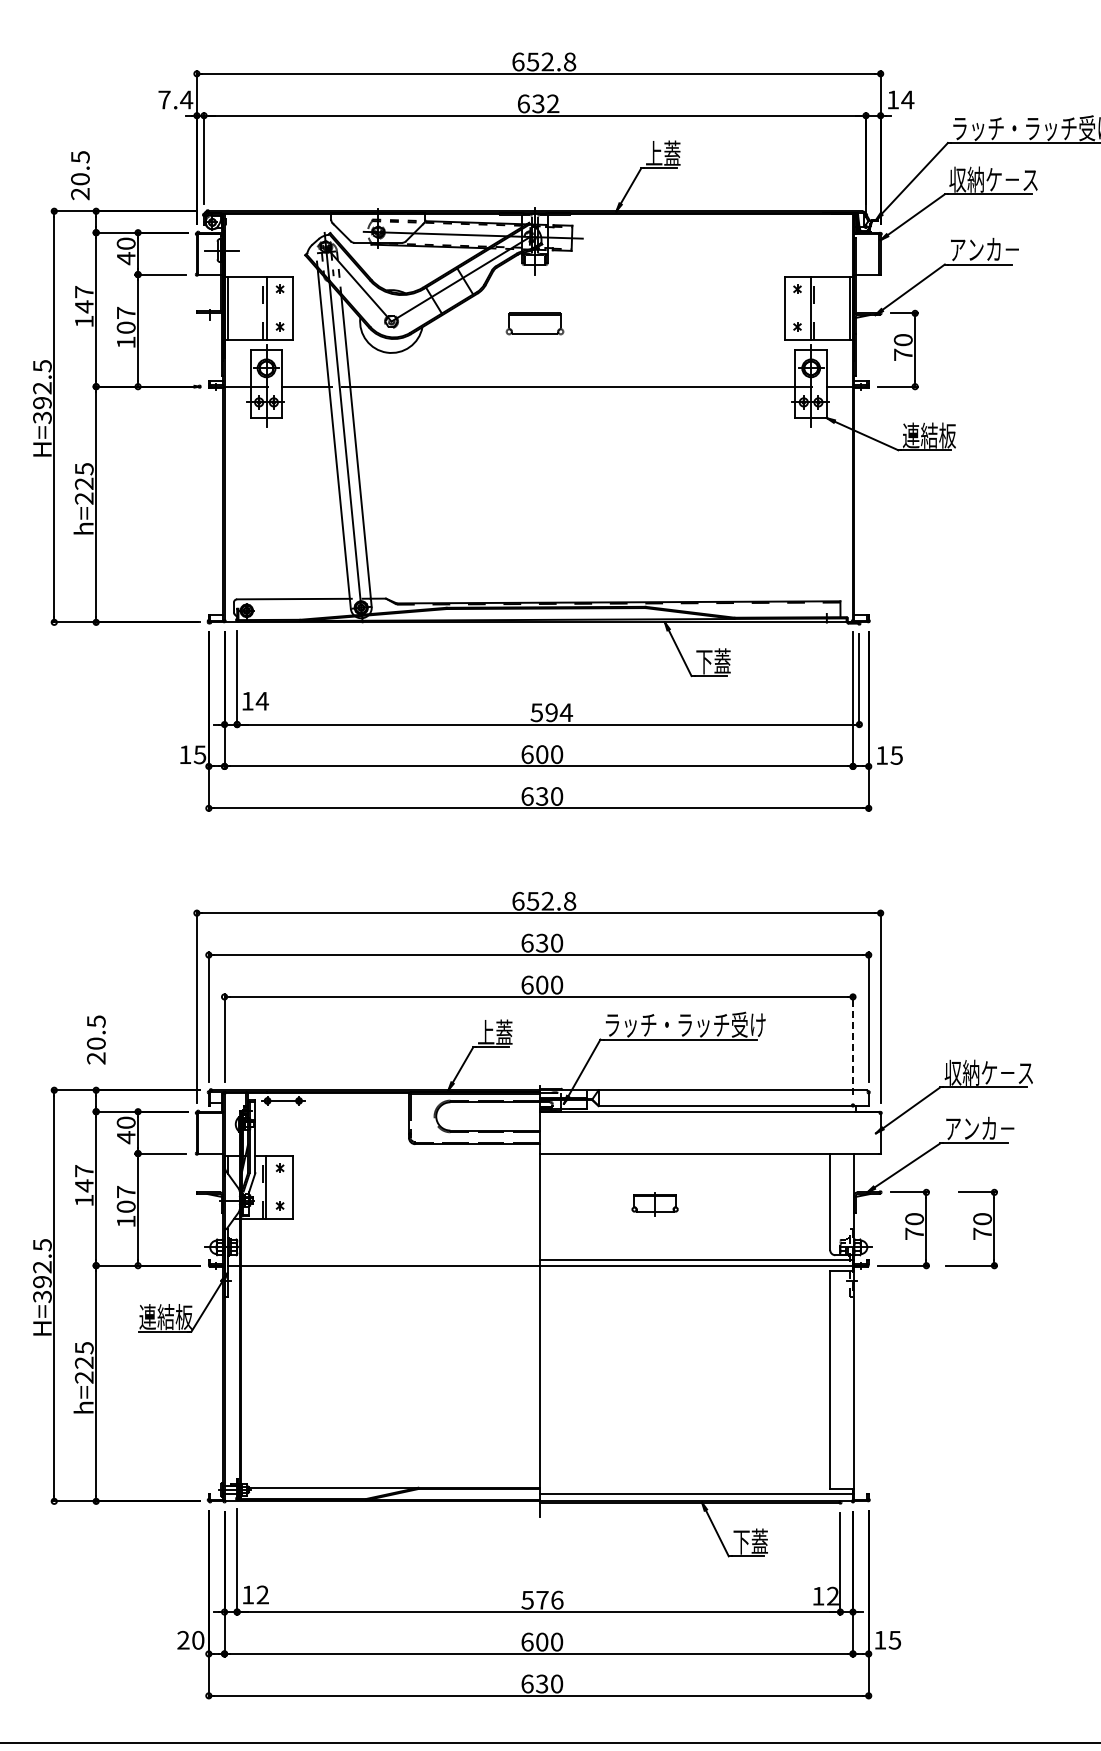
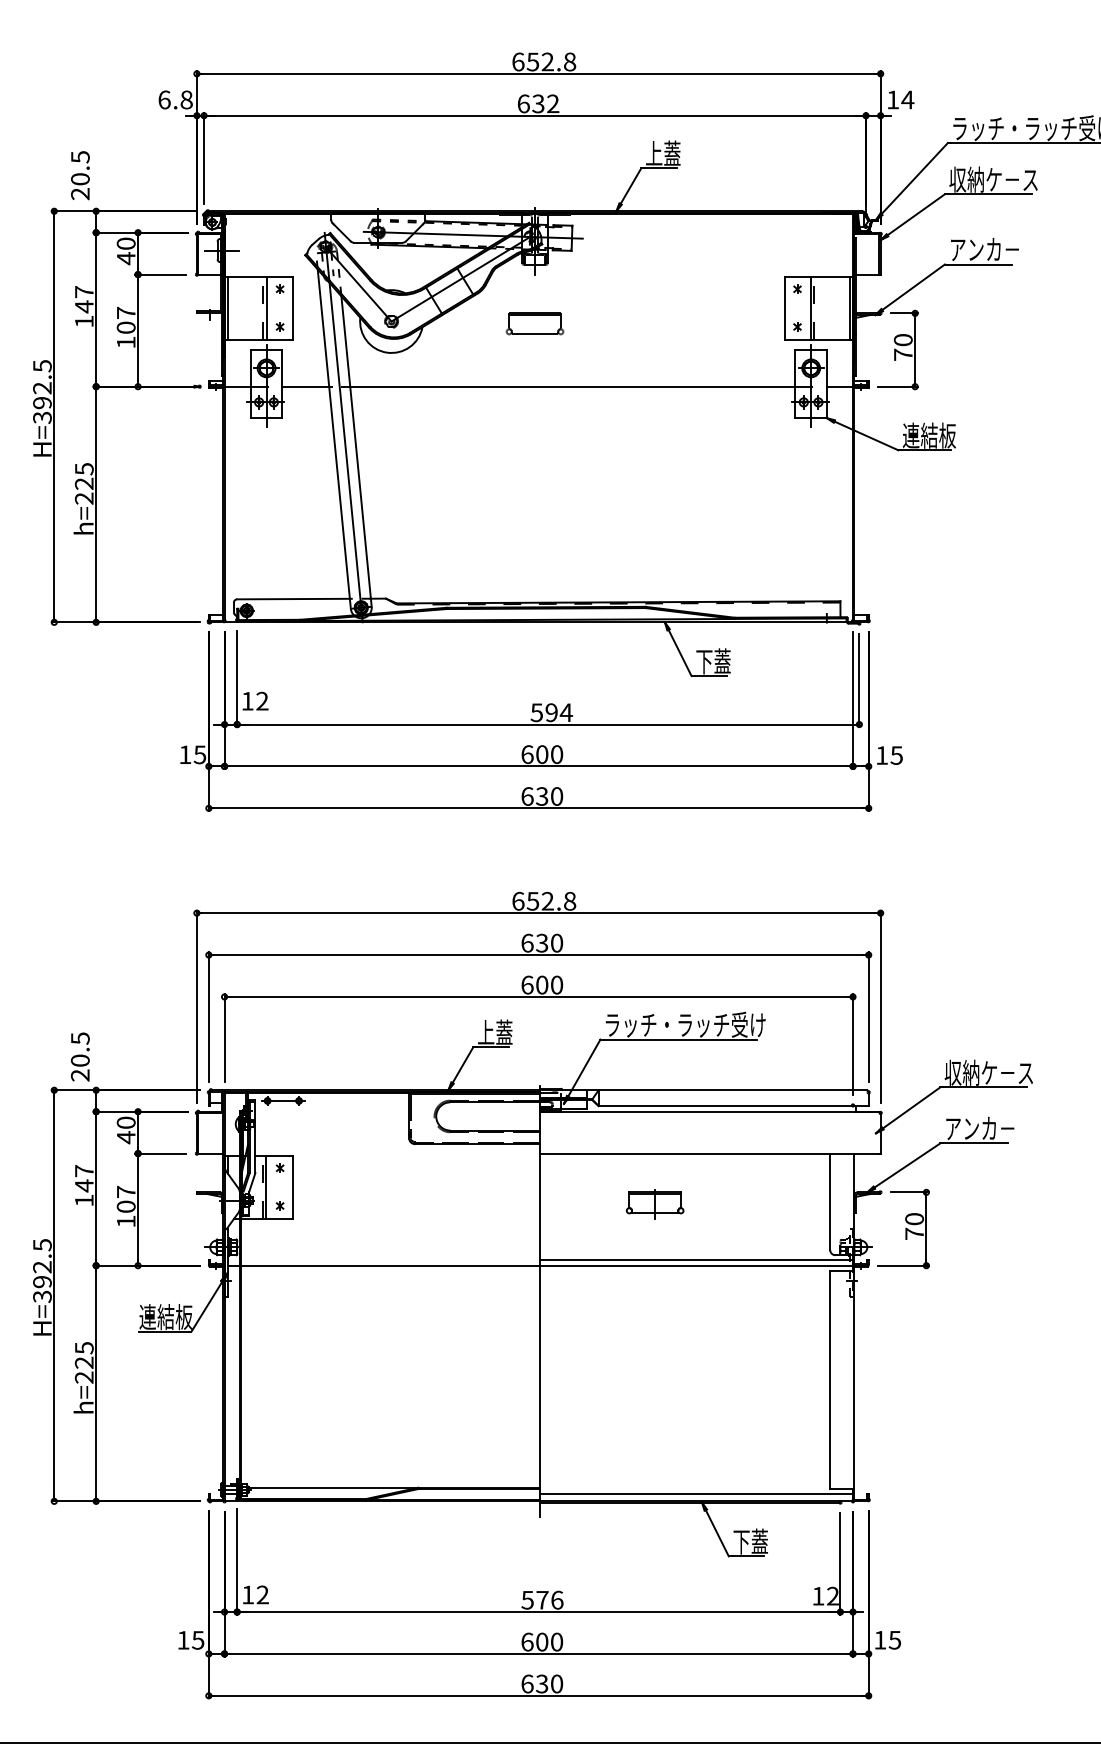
text at (175, 99): 7.4 -> 6.8
text at (262, 700): 14 -> 12
text at (96, 1039) position: (96, 1039) -> (80, 1056)
line at (852, 1044): dashed -> solid
part at (654, 1204) size: 48x25 px -> 60x31 px
part at (971, 1228): present -> none
text at (190, 1639): 20 -> 15
